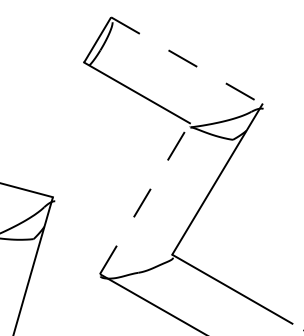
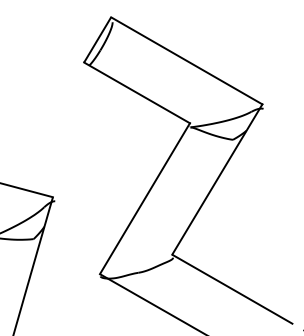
line at (187, 61): dashed -> solid
line at (144, 198): dashed -> solid
